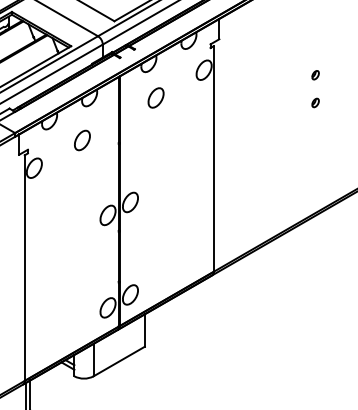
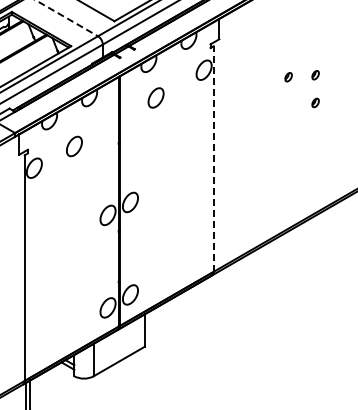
line at (67, 18): solid -> dashed
part at (288, 77): none -> present
part at (82, 140) position: (82, 140) -> (74, 146)
line at (213, 159): solid -> dashed
